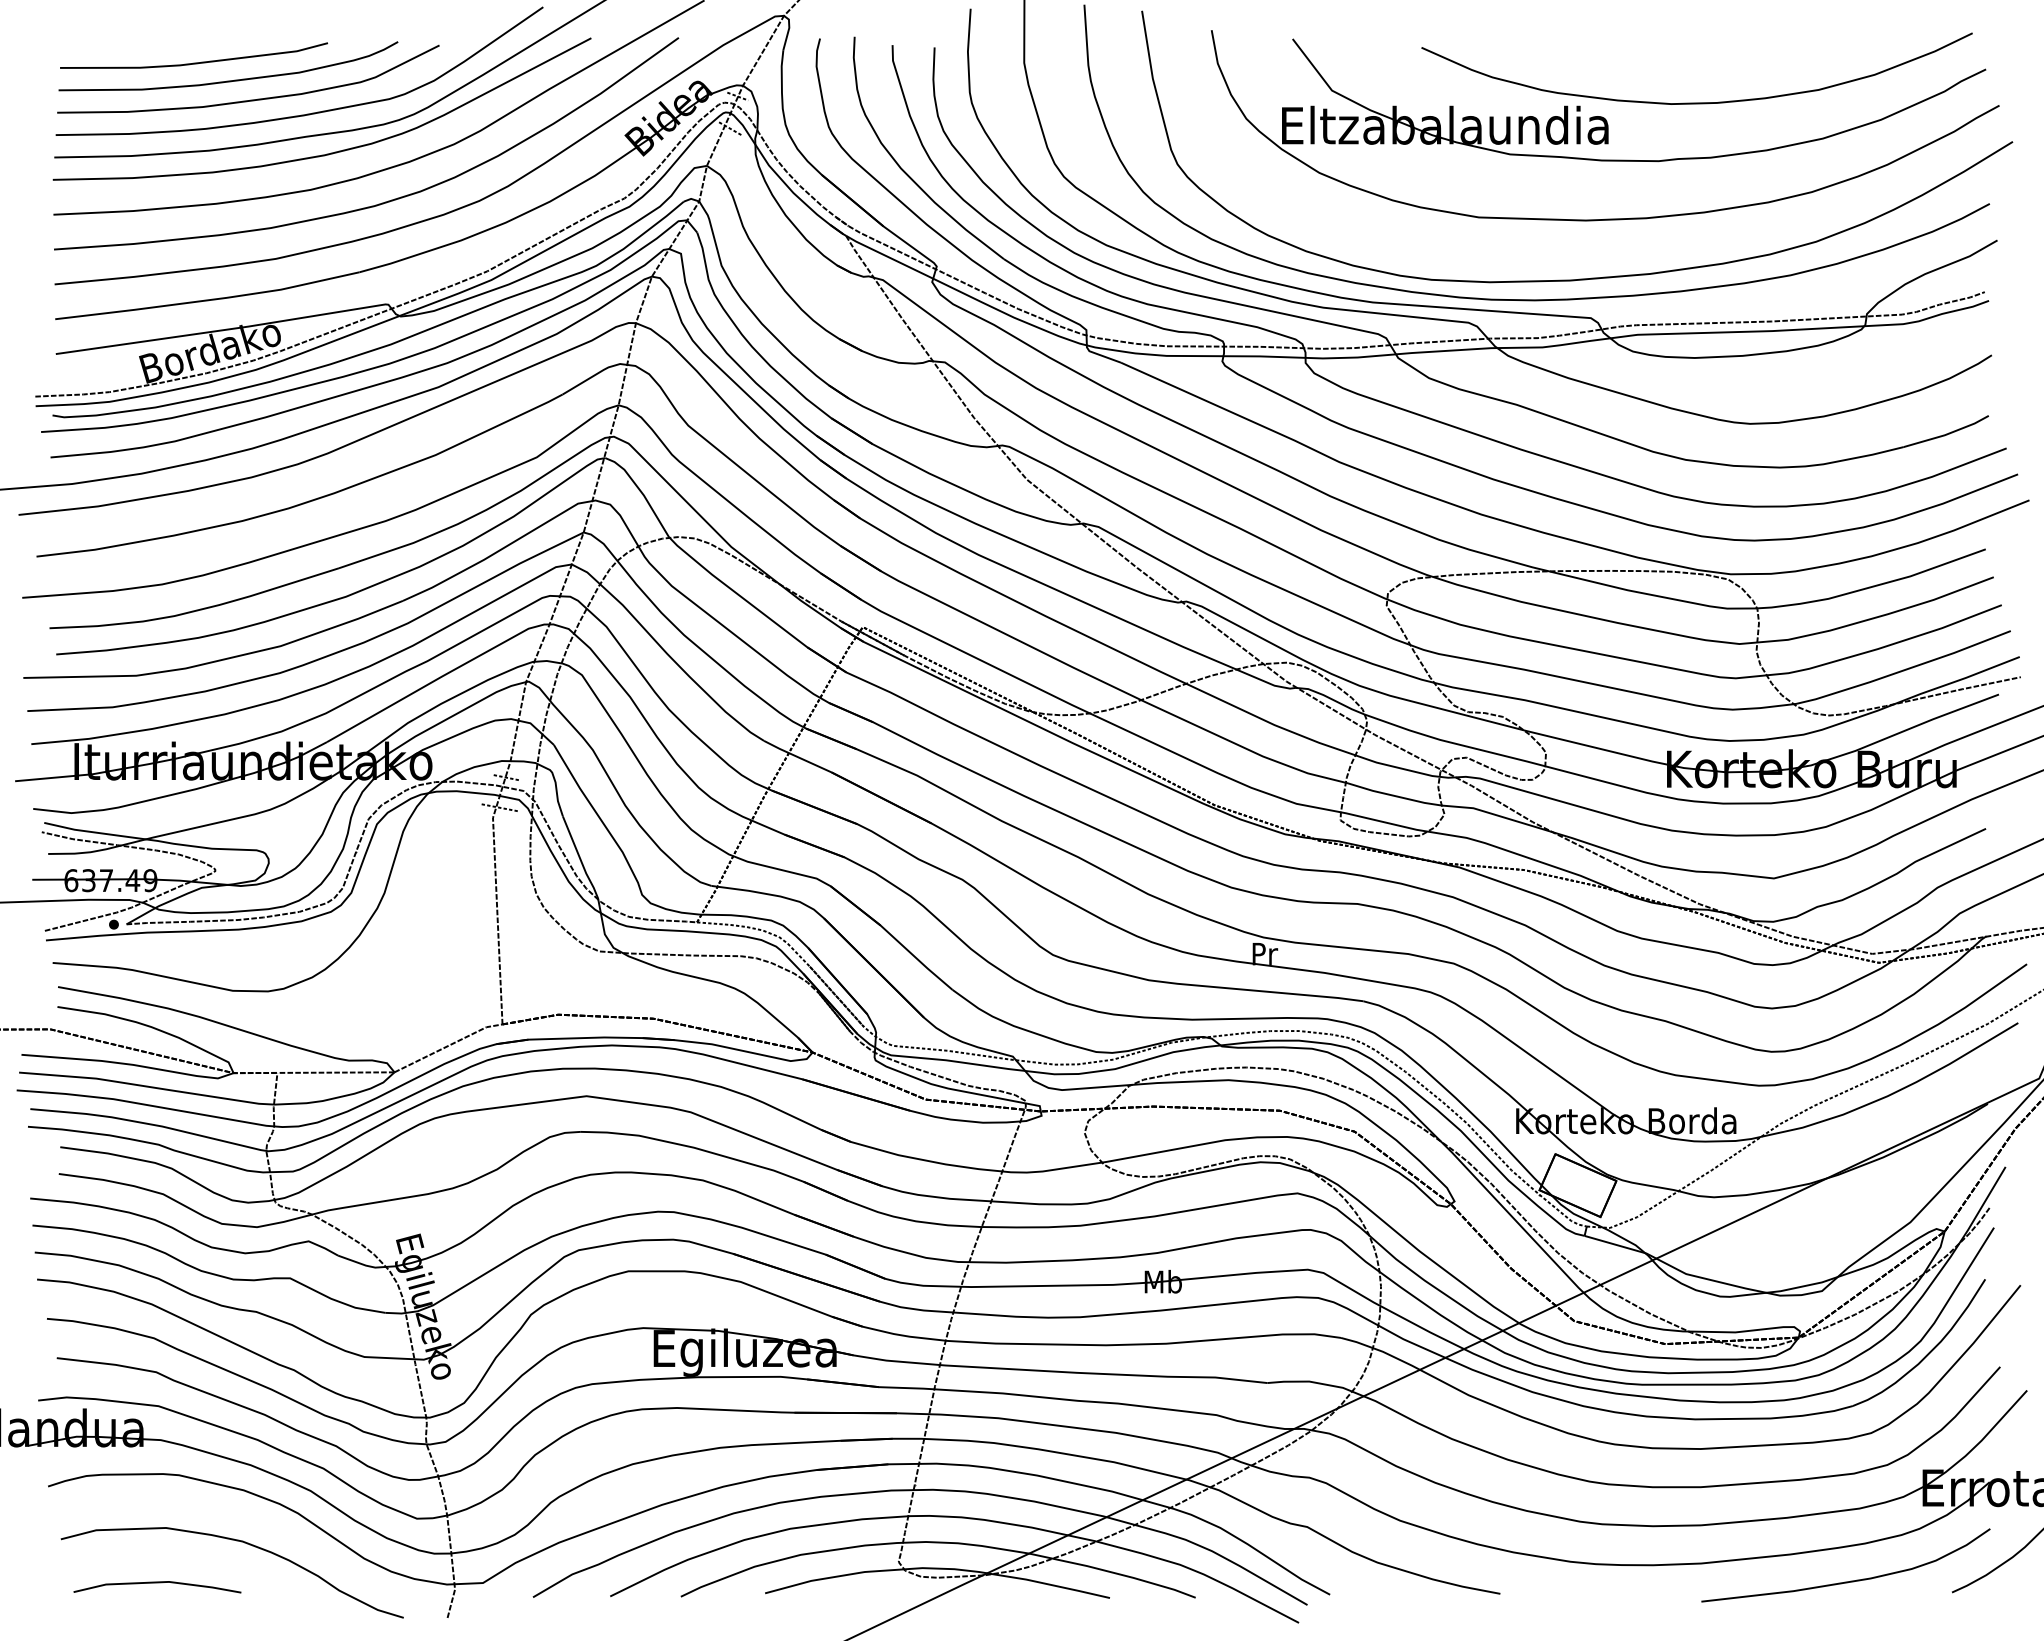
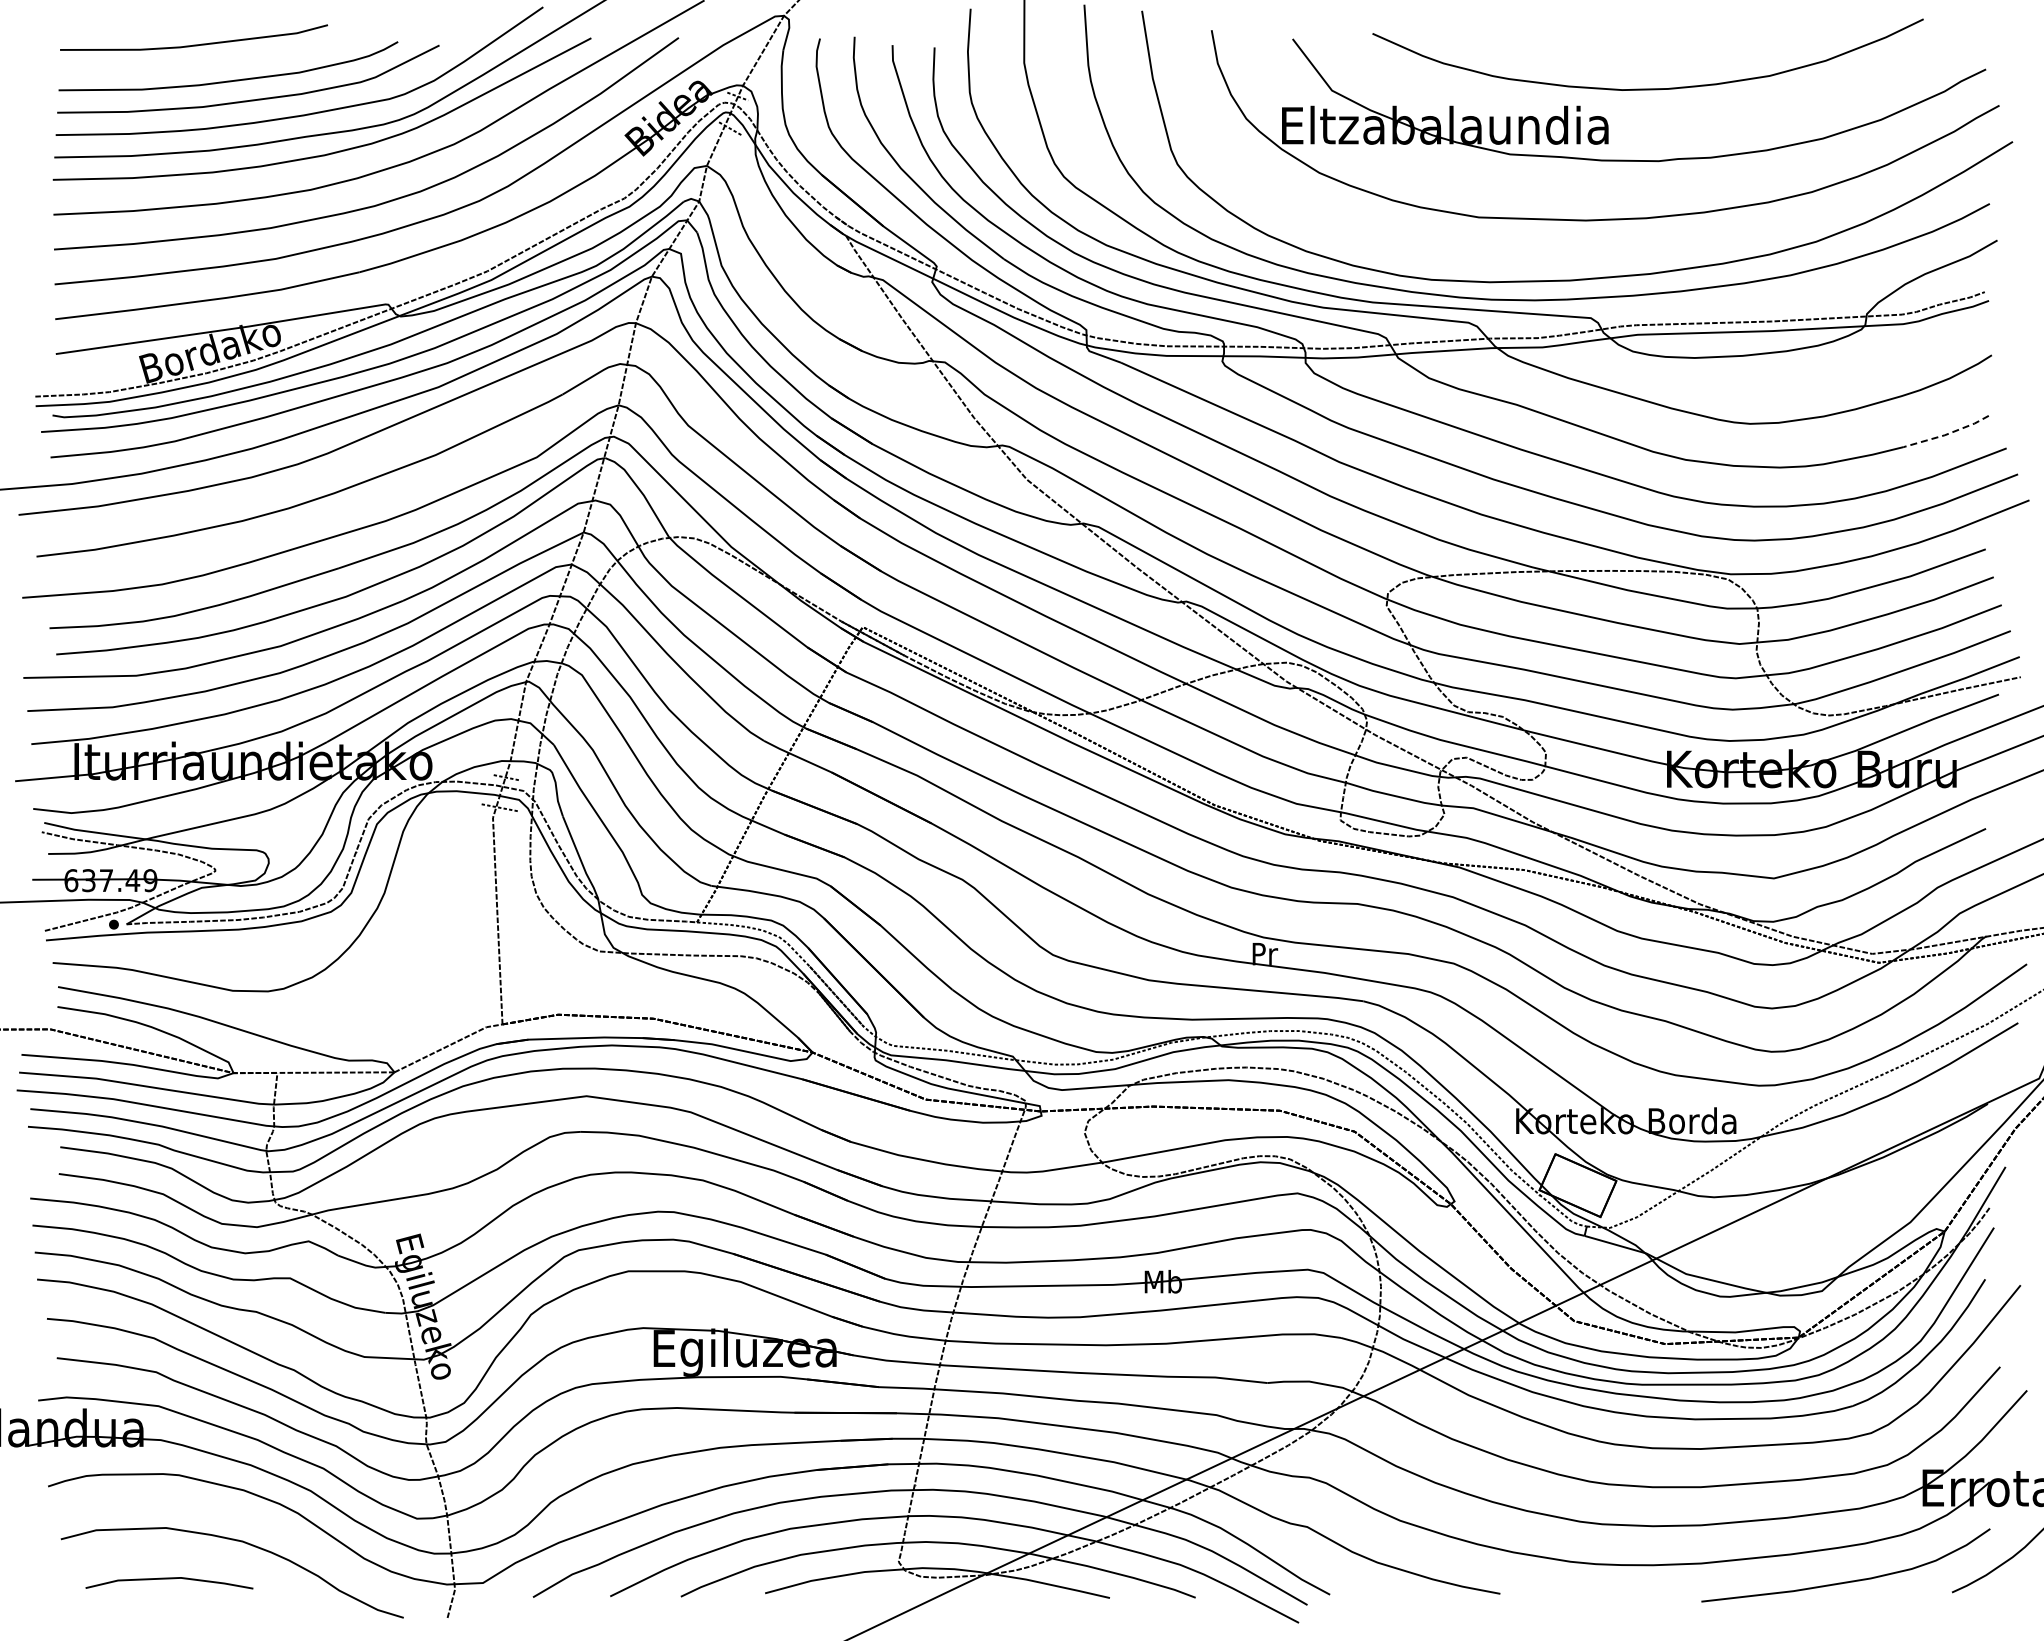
curve at (193, 62) position: (193, 62) -> (193, 44)
curve at (1696, 102) position: (1696, 102) -> (1647, 88)
line at (1947, 434): solid -> dashed
curve at (157, 1583) position: (157, 1583) -> (169, 1579)
